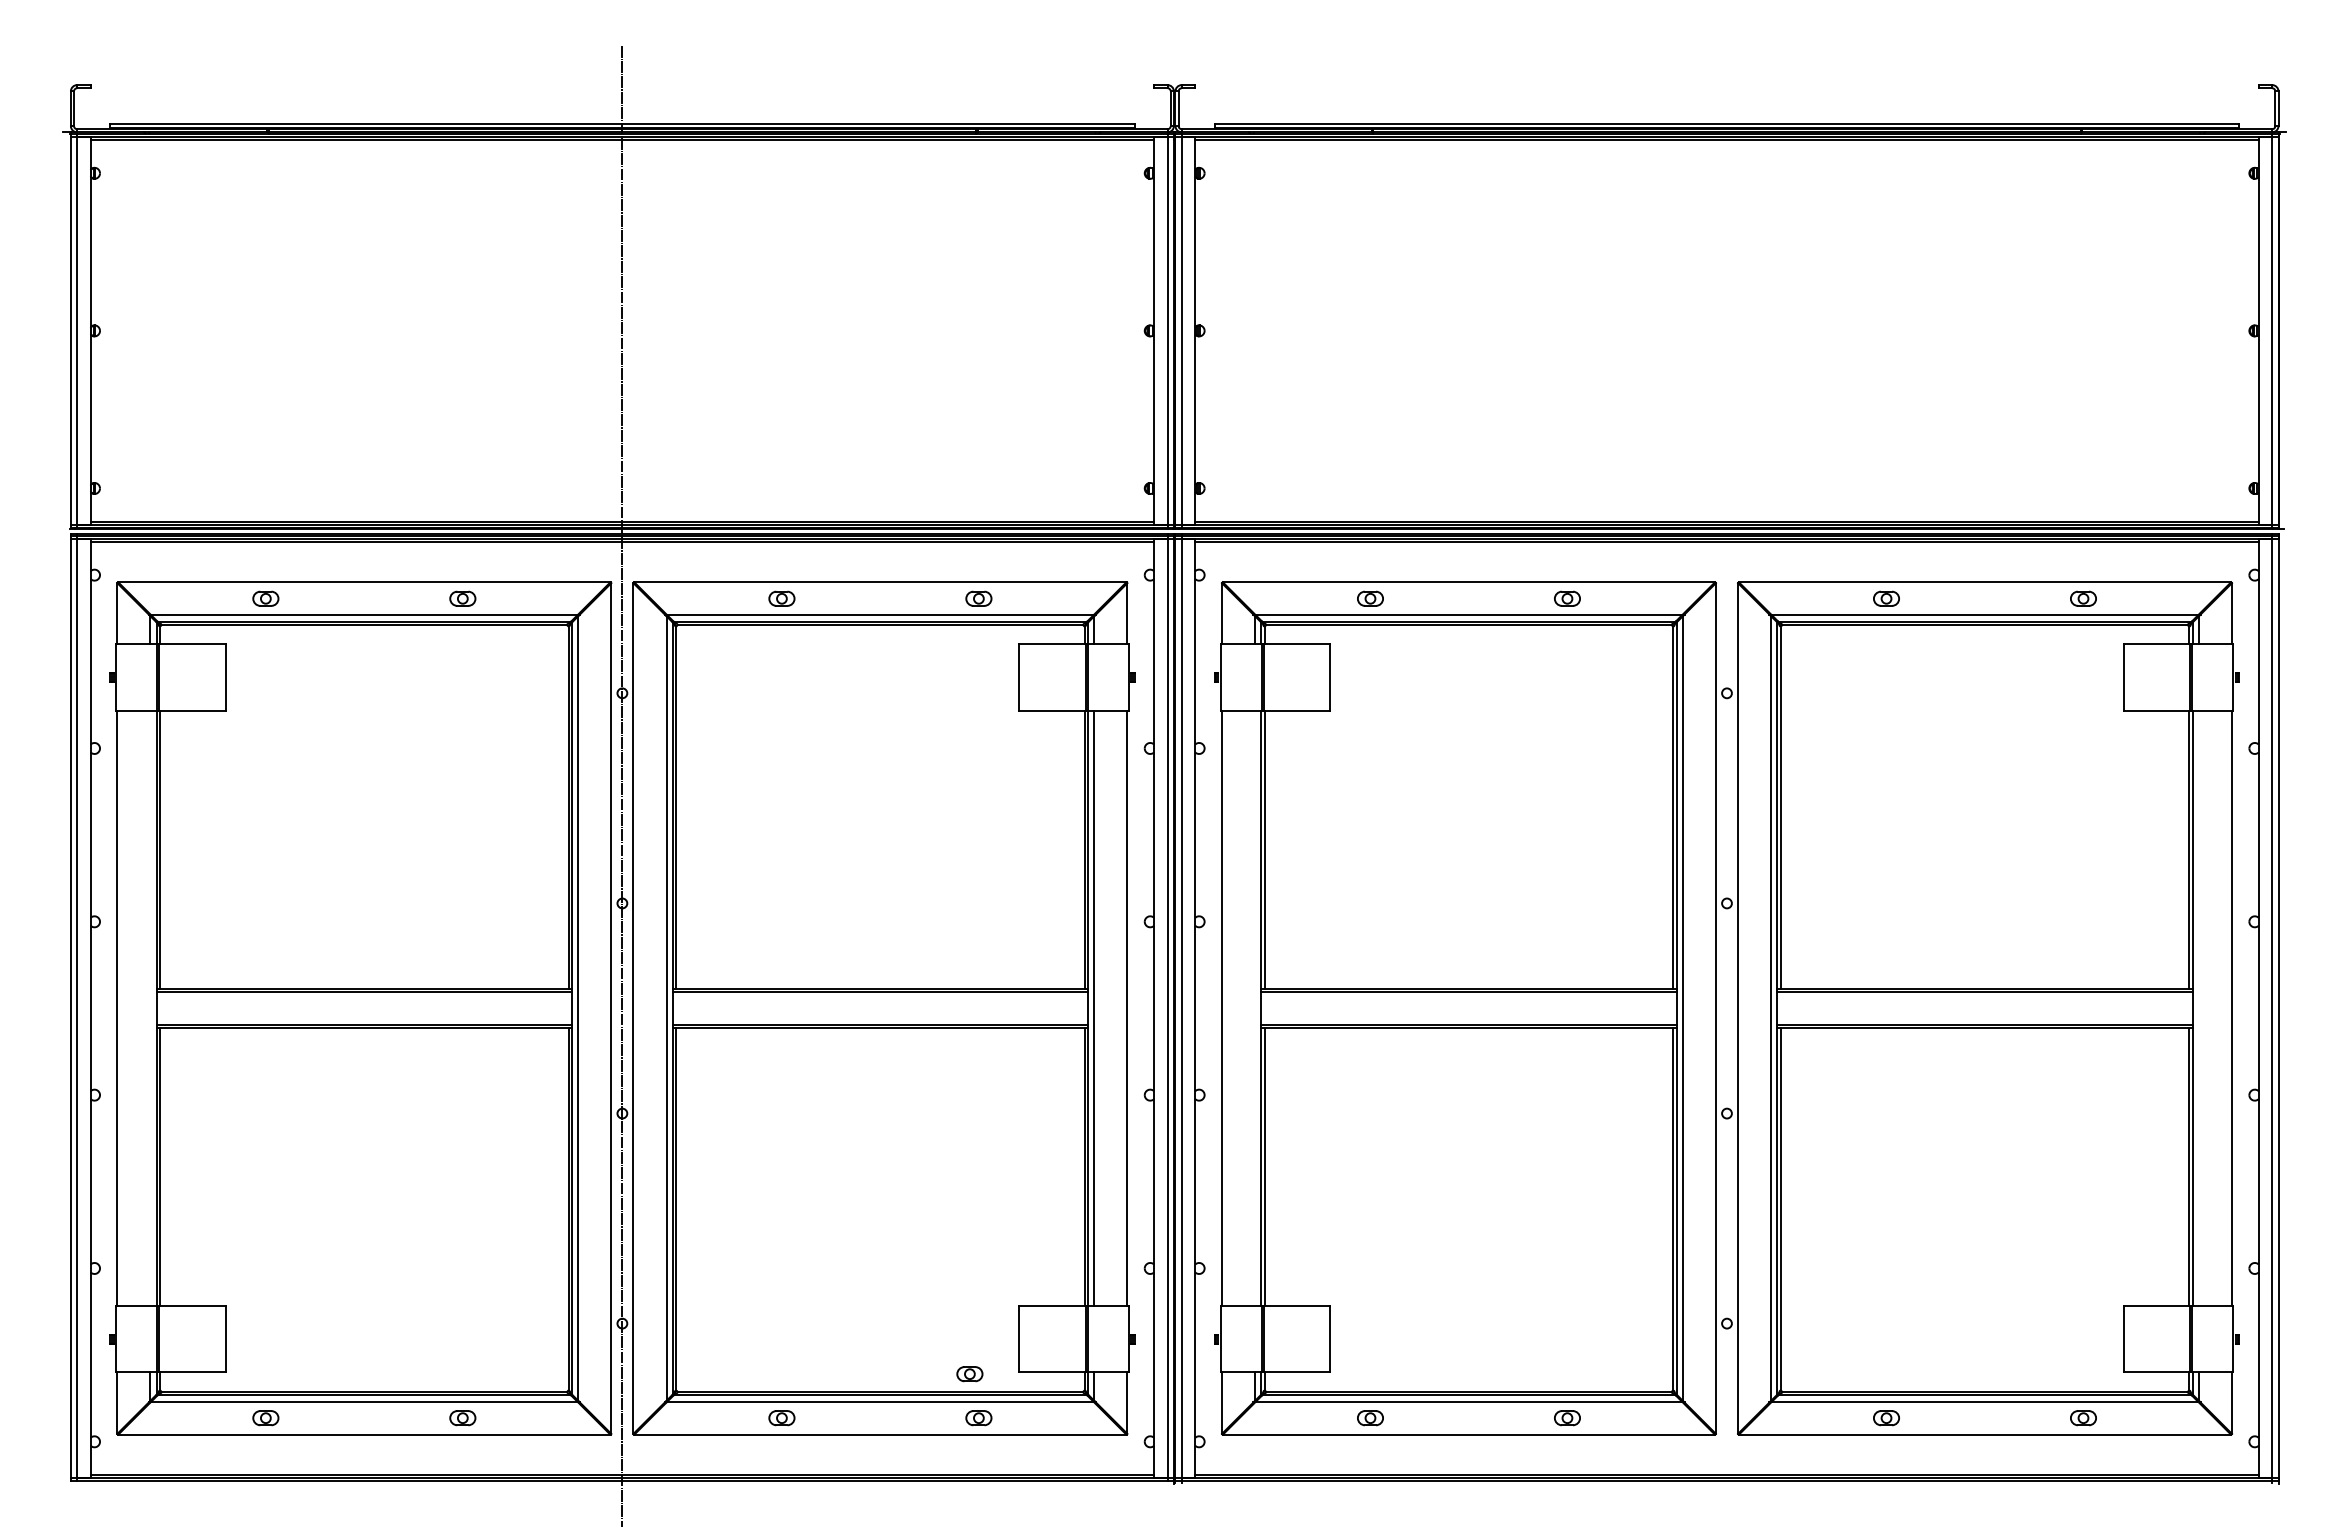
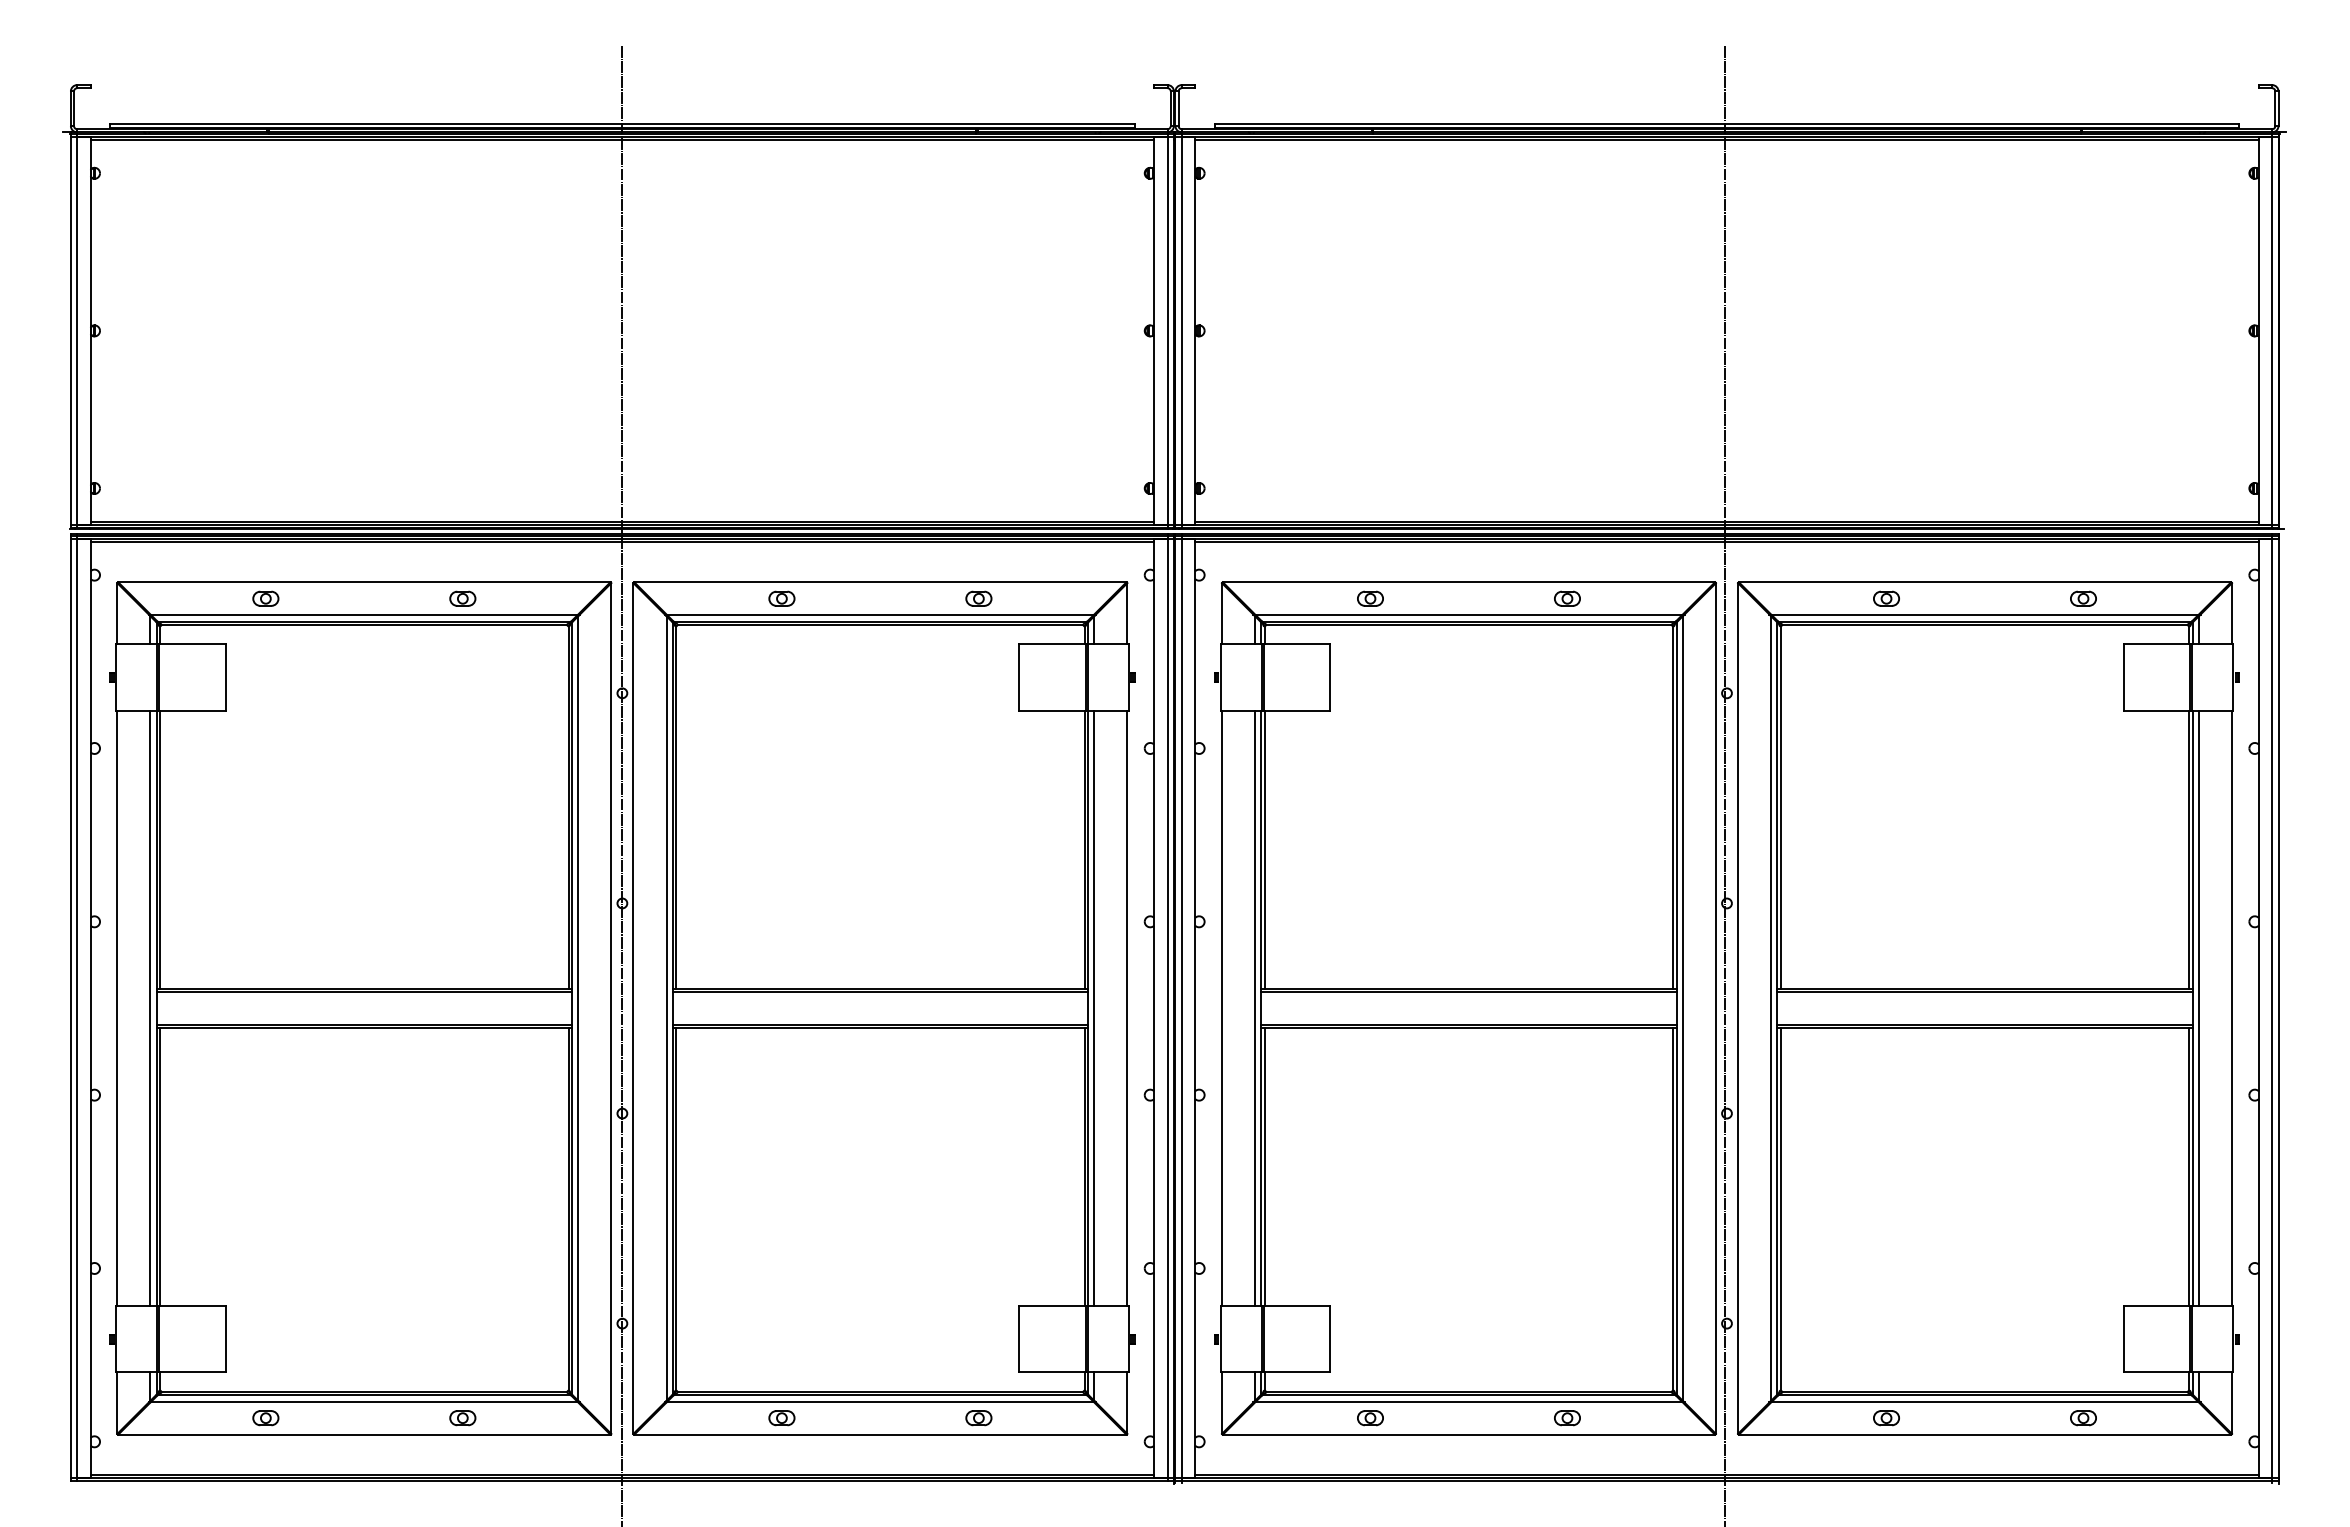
line at (1725, 784): none -> present
line at (150, 1008): none -> present
line at (1255, 1008): none -> present
line at (2198, 1008): none -> present
part at (969, 1374): present -> none
